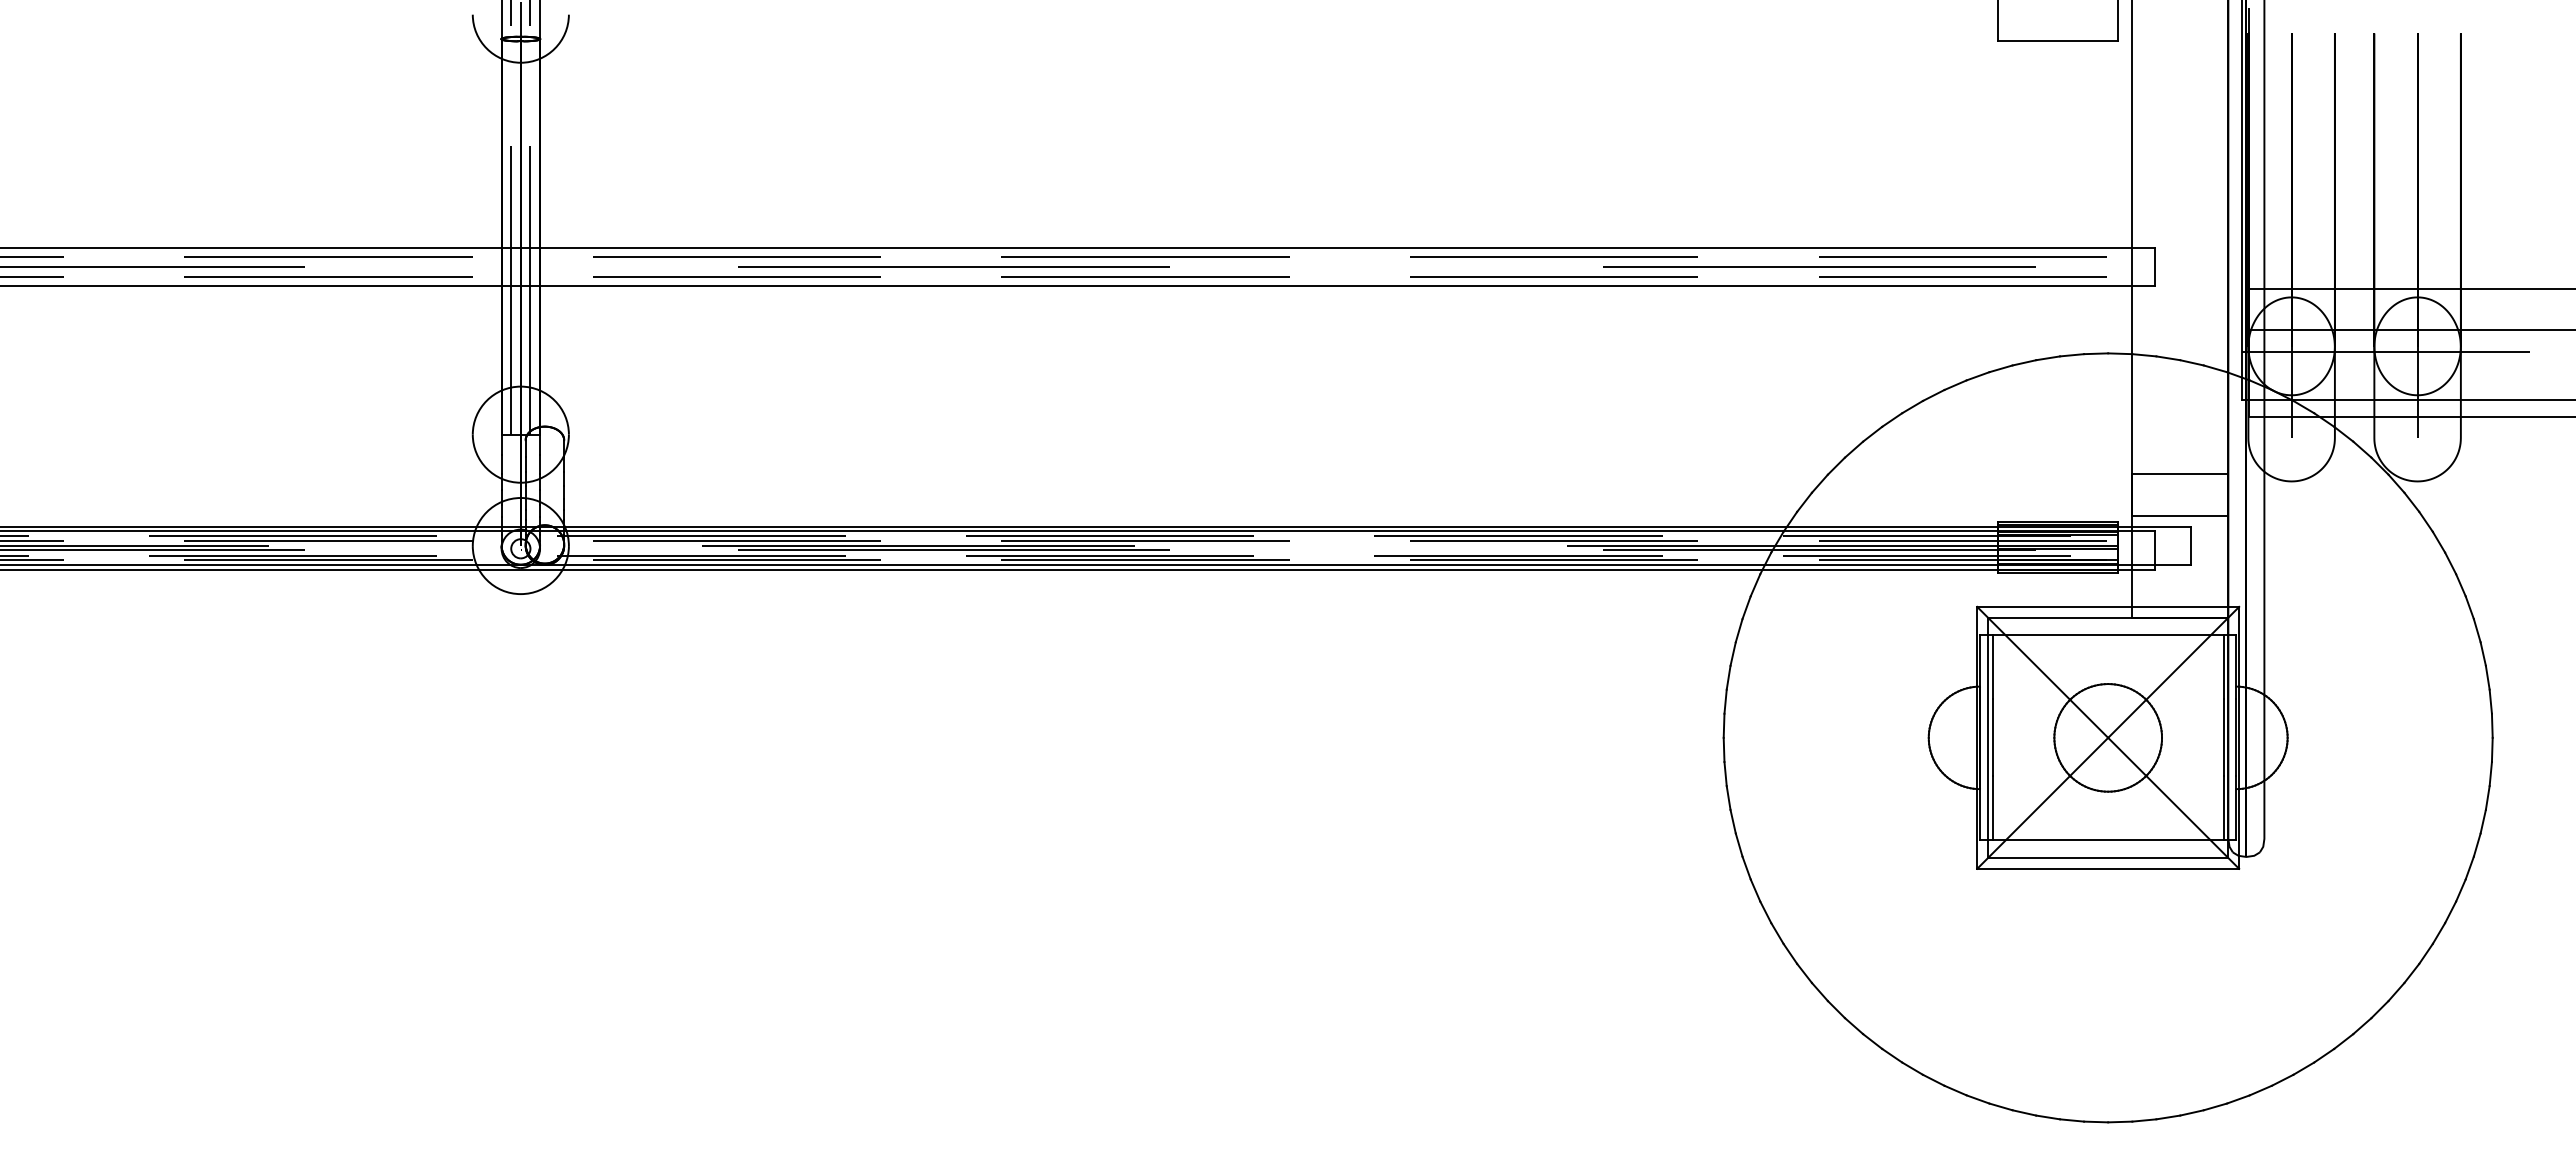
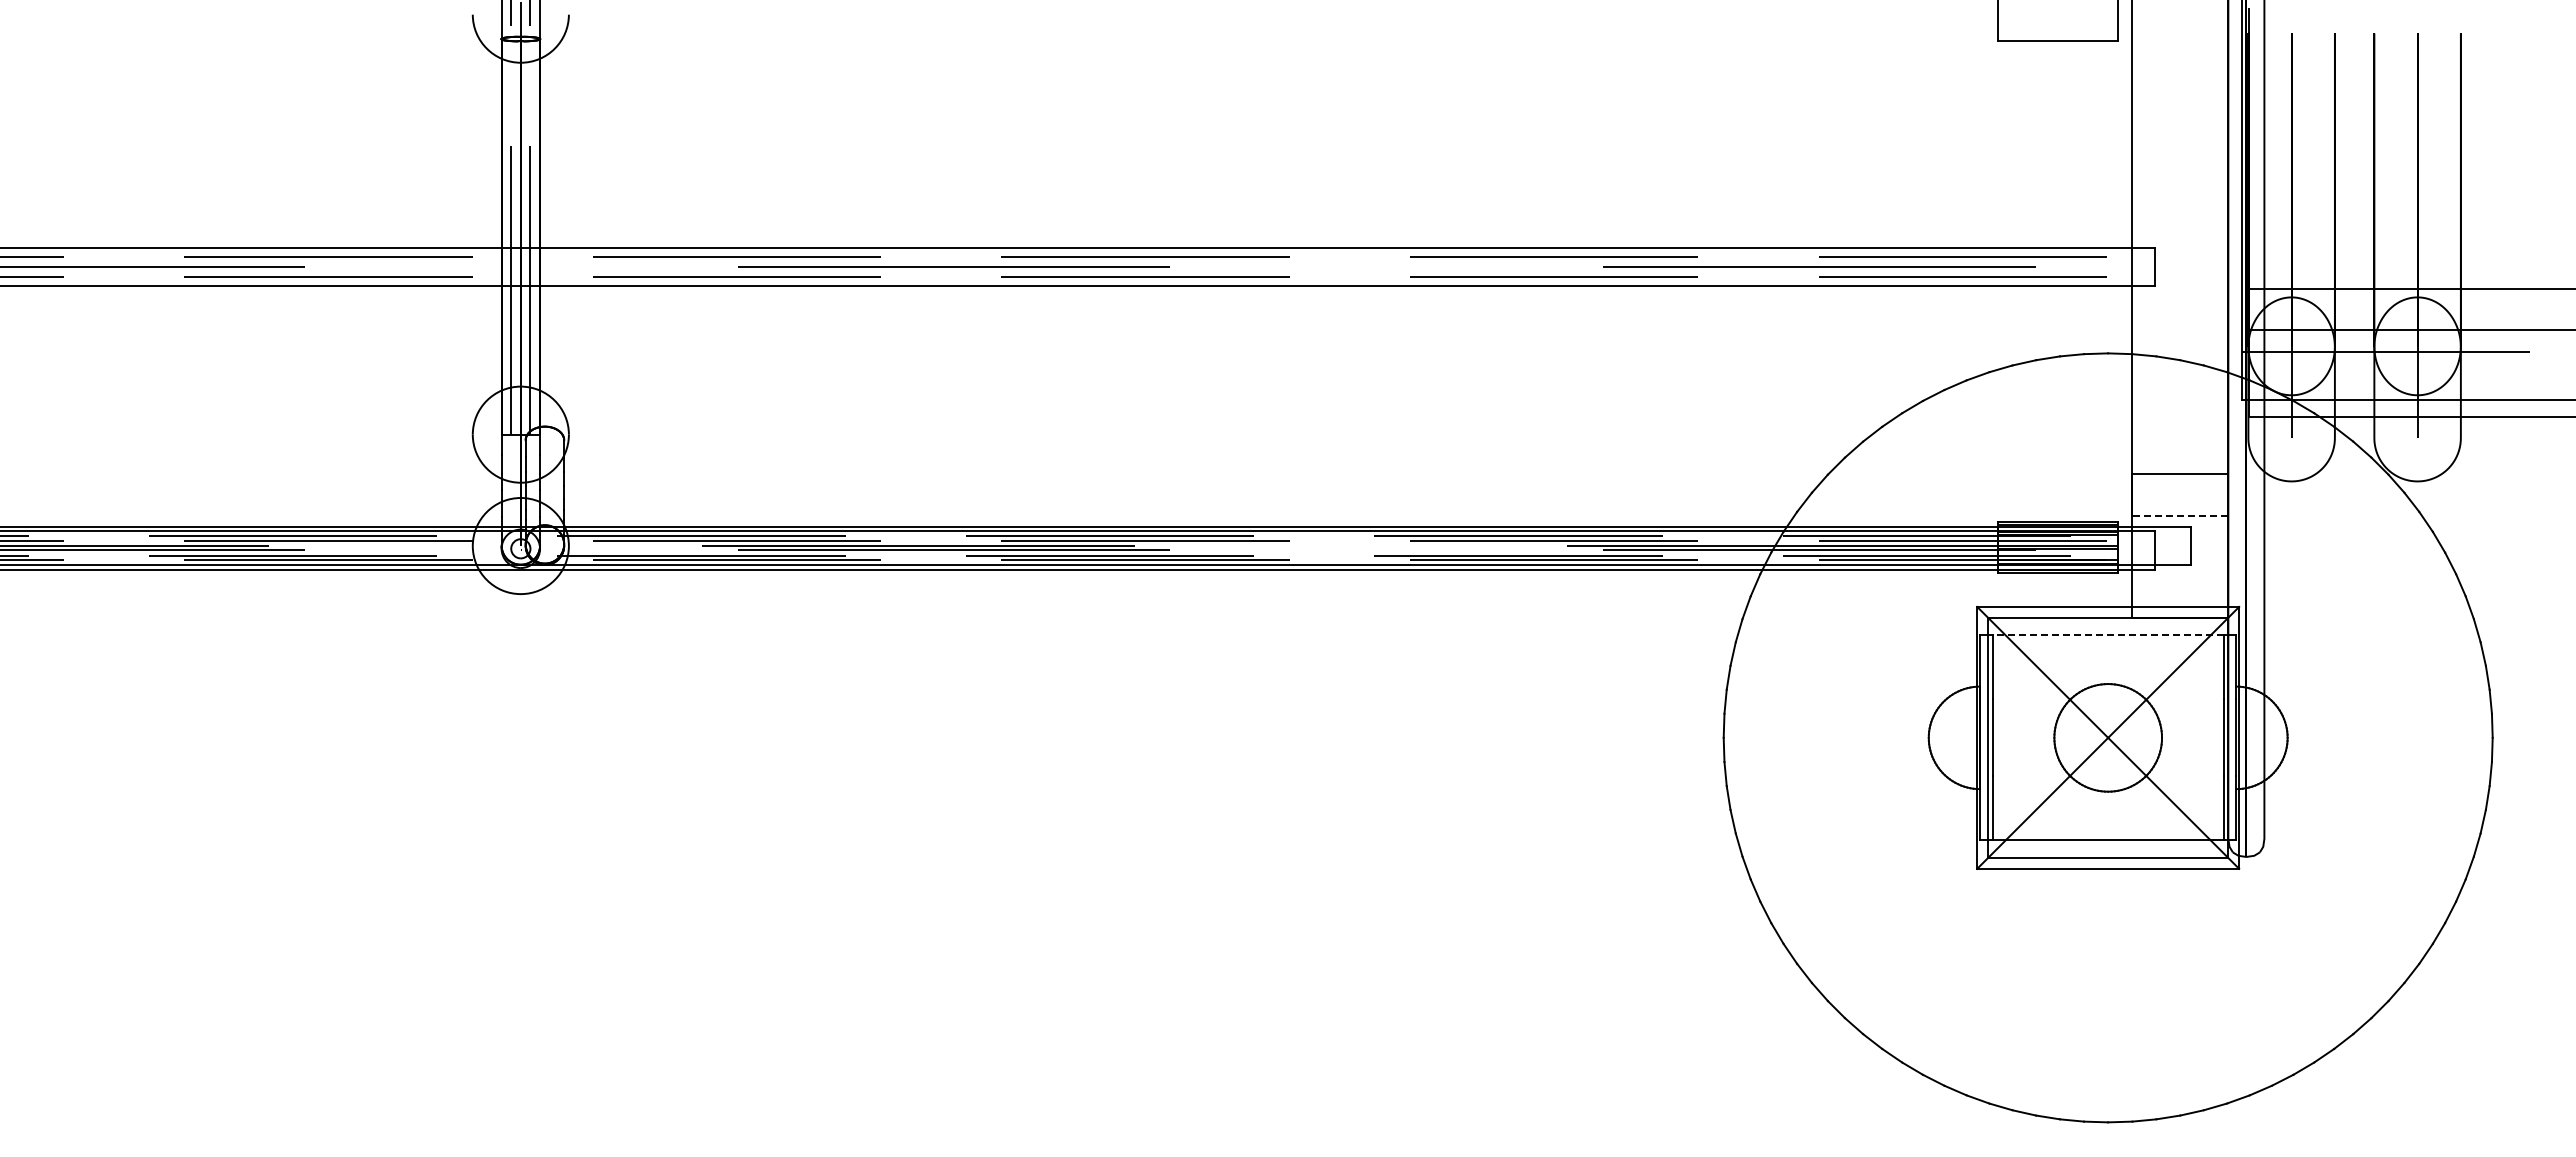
line at (2179, 515): solid -> dashed
line at (2107, 635): solid -> dashed
